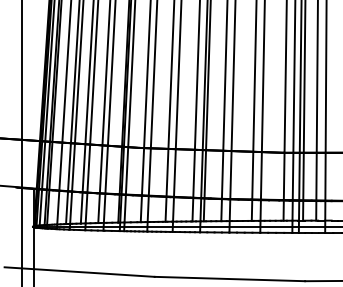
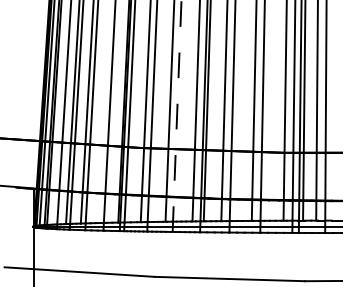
line at (104, 112): present -> none
line at (177, 116): solid -> dashed
line at (21, 142): present -> none
